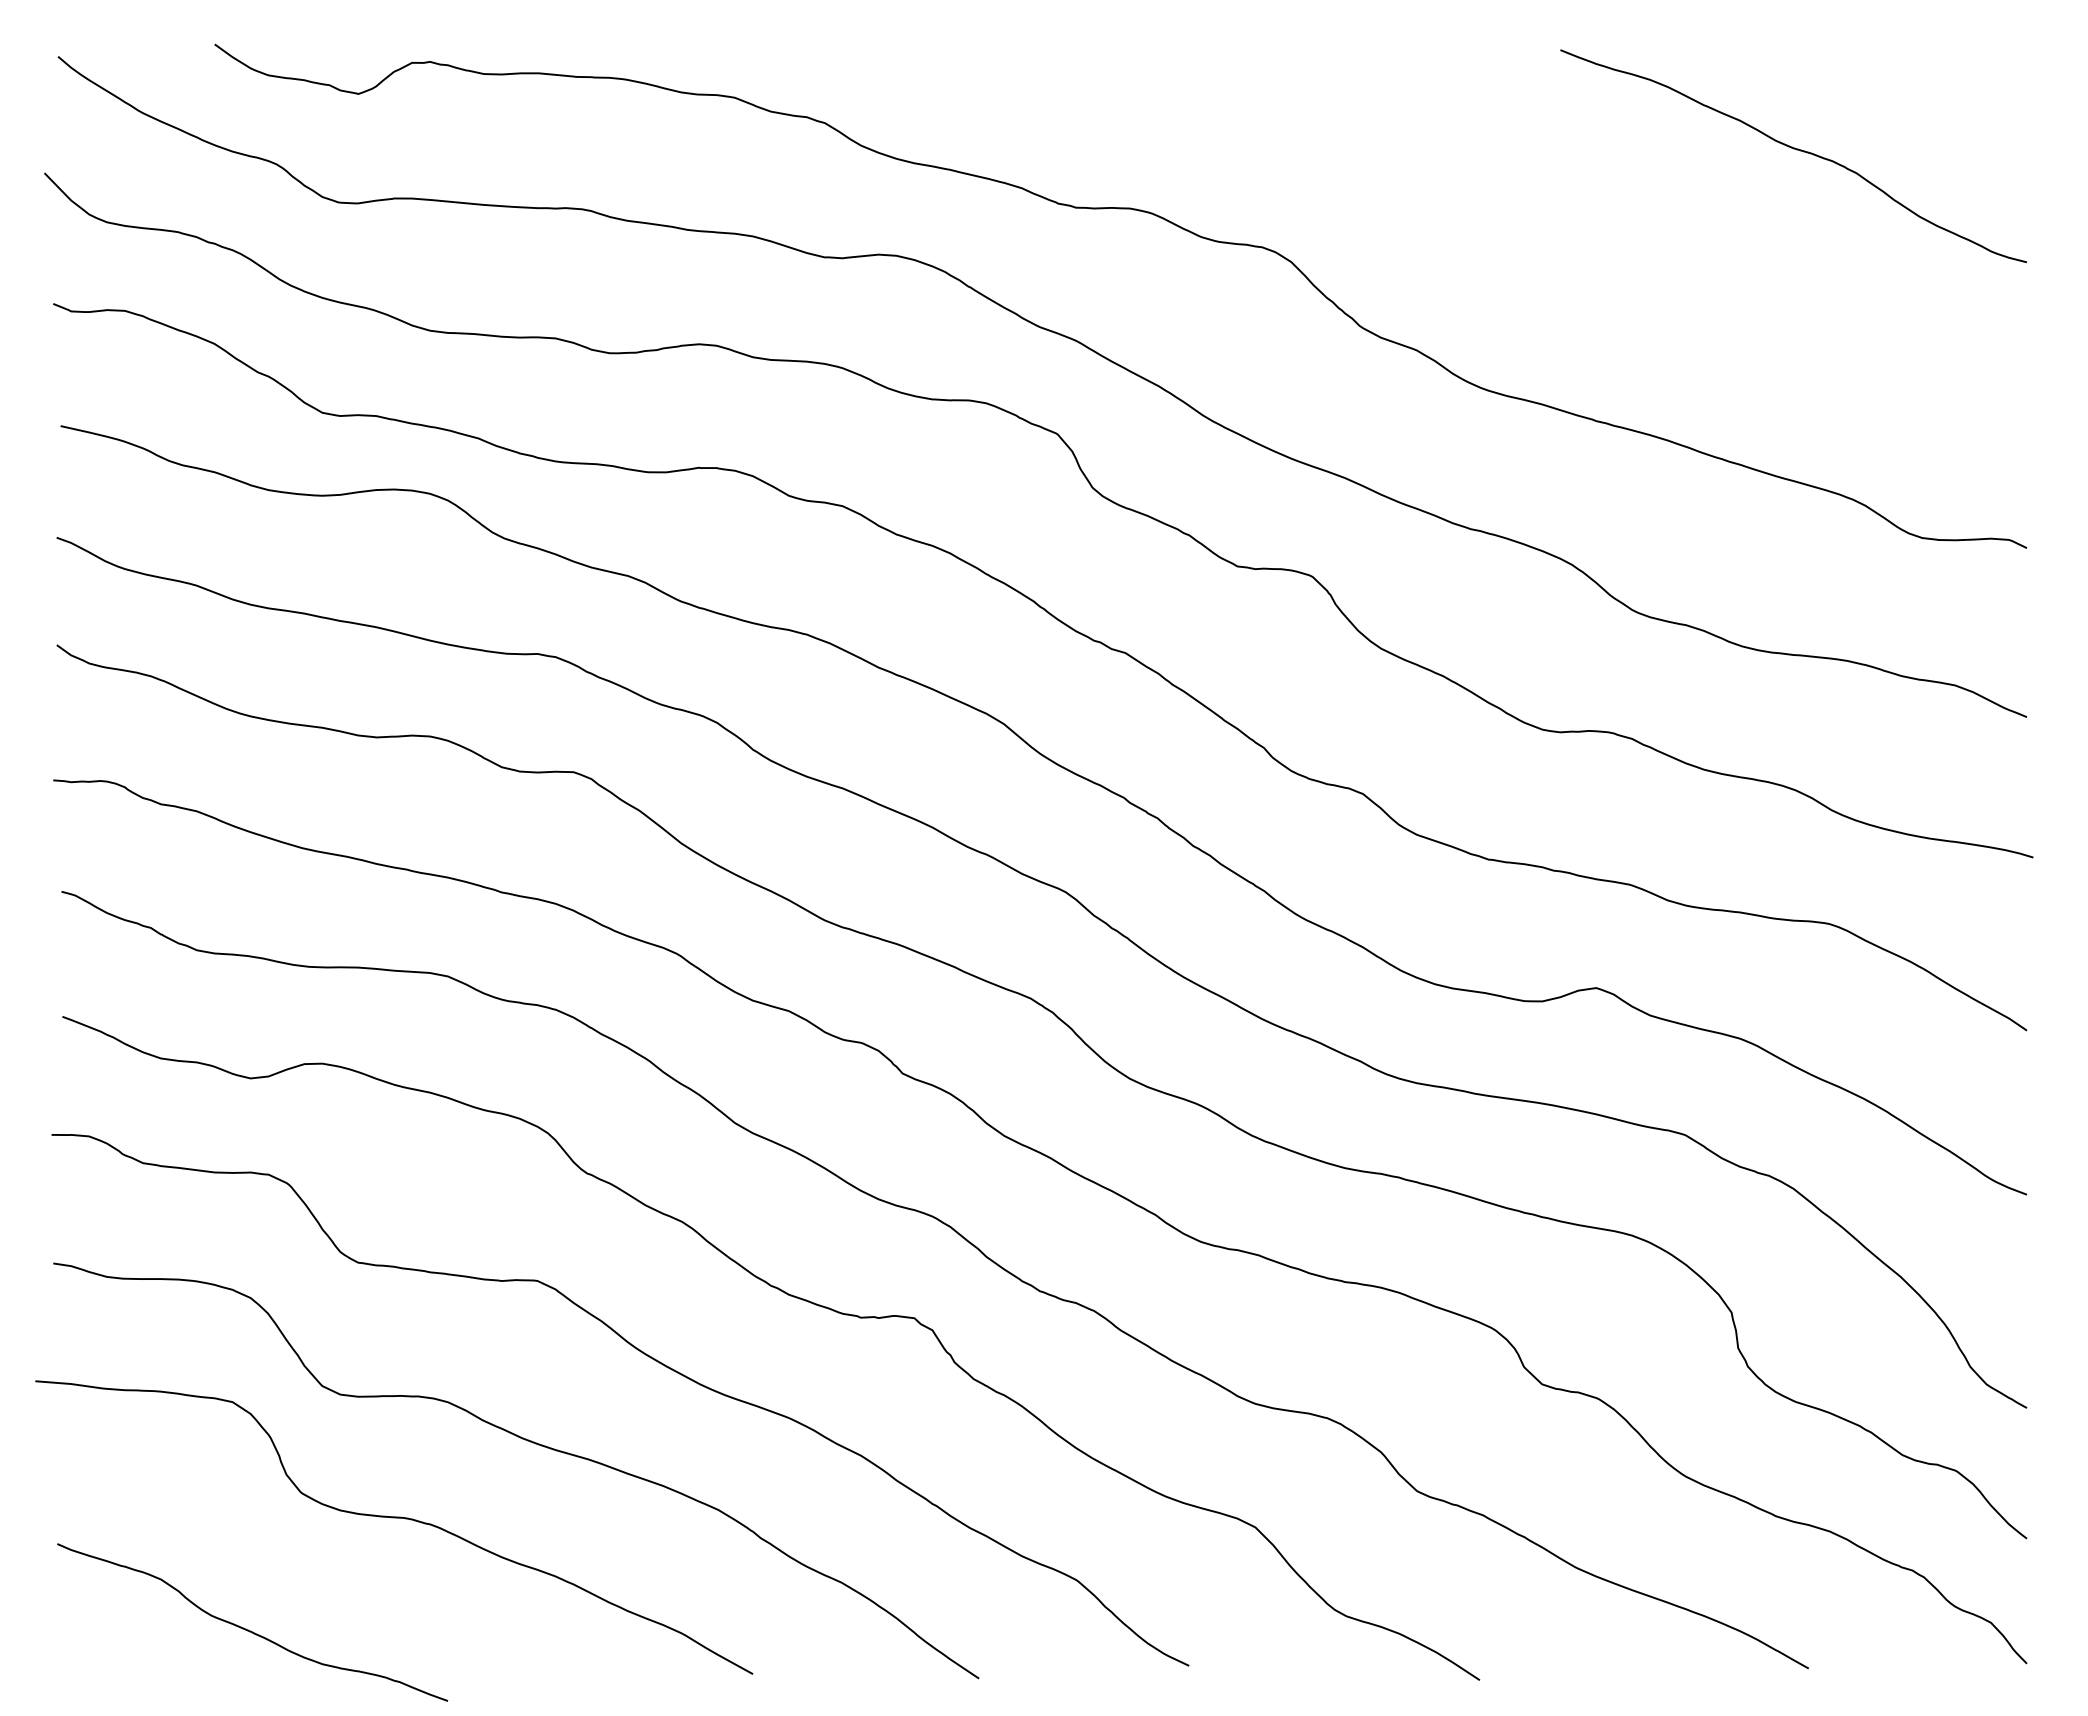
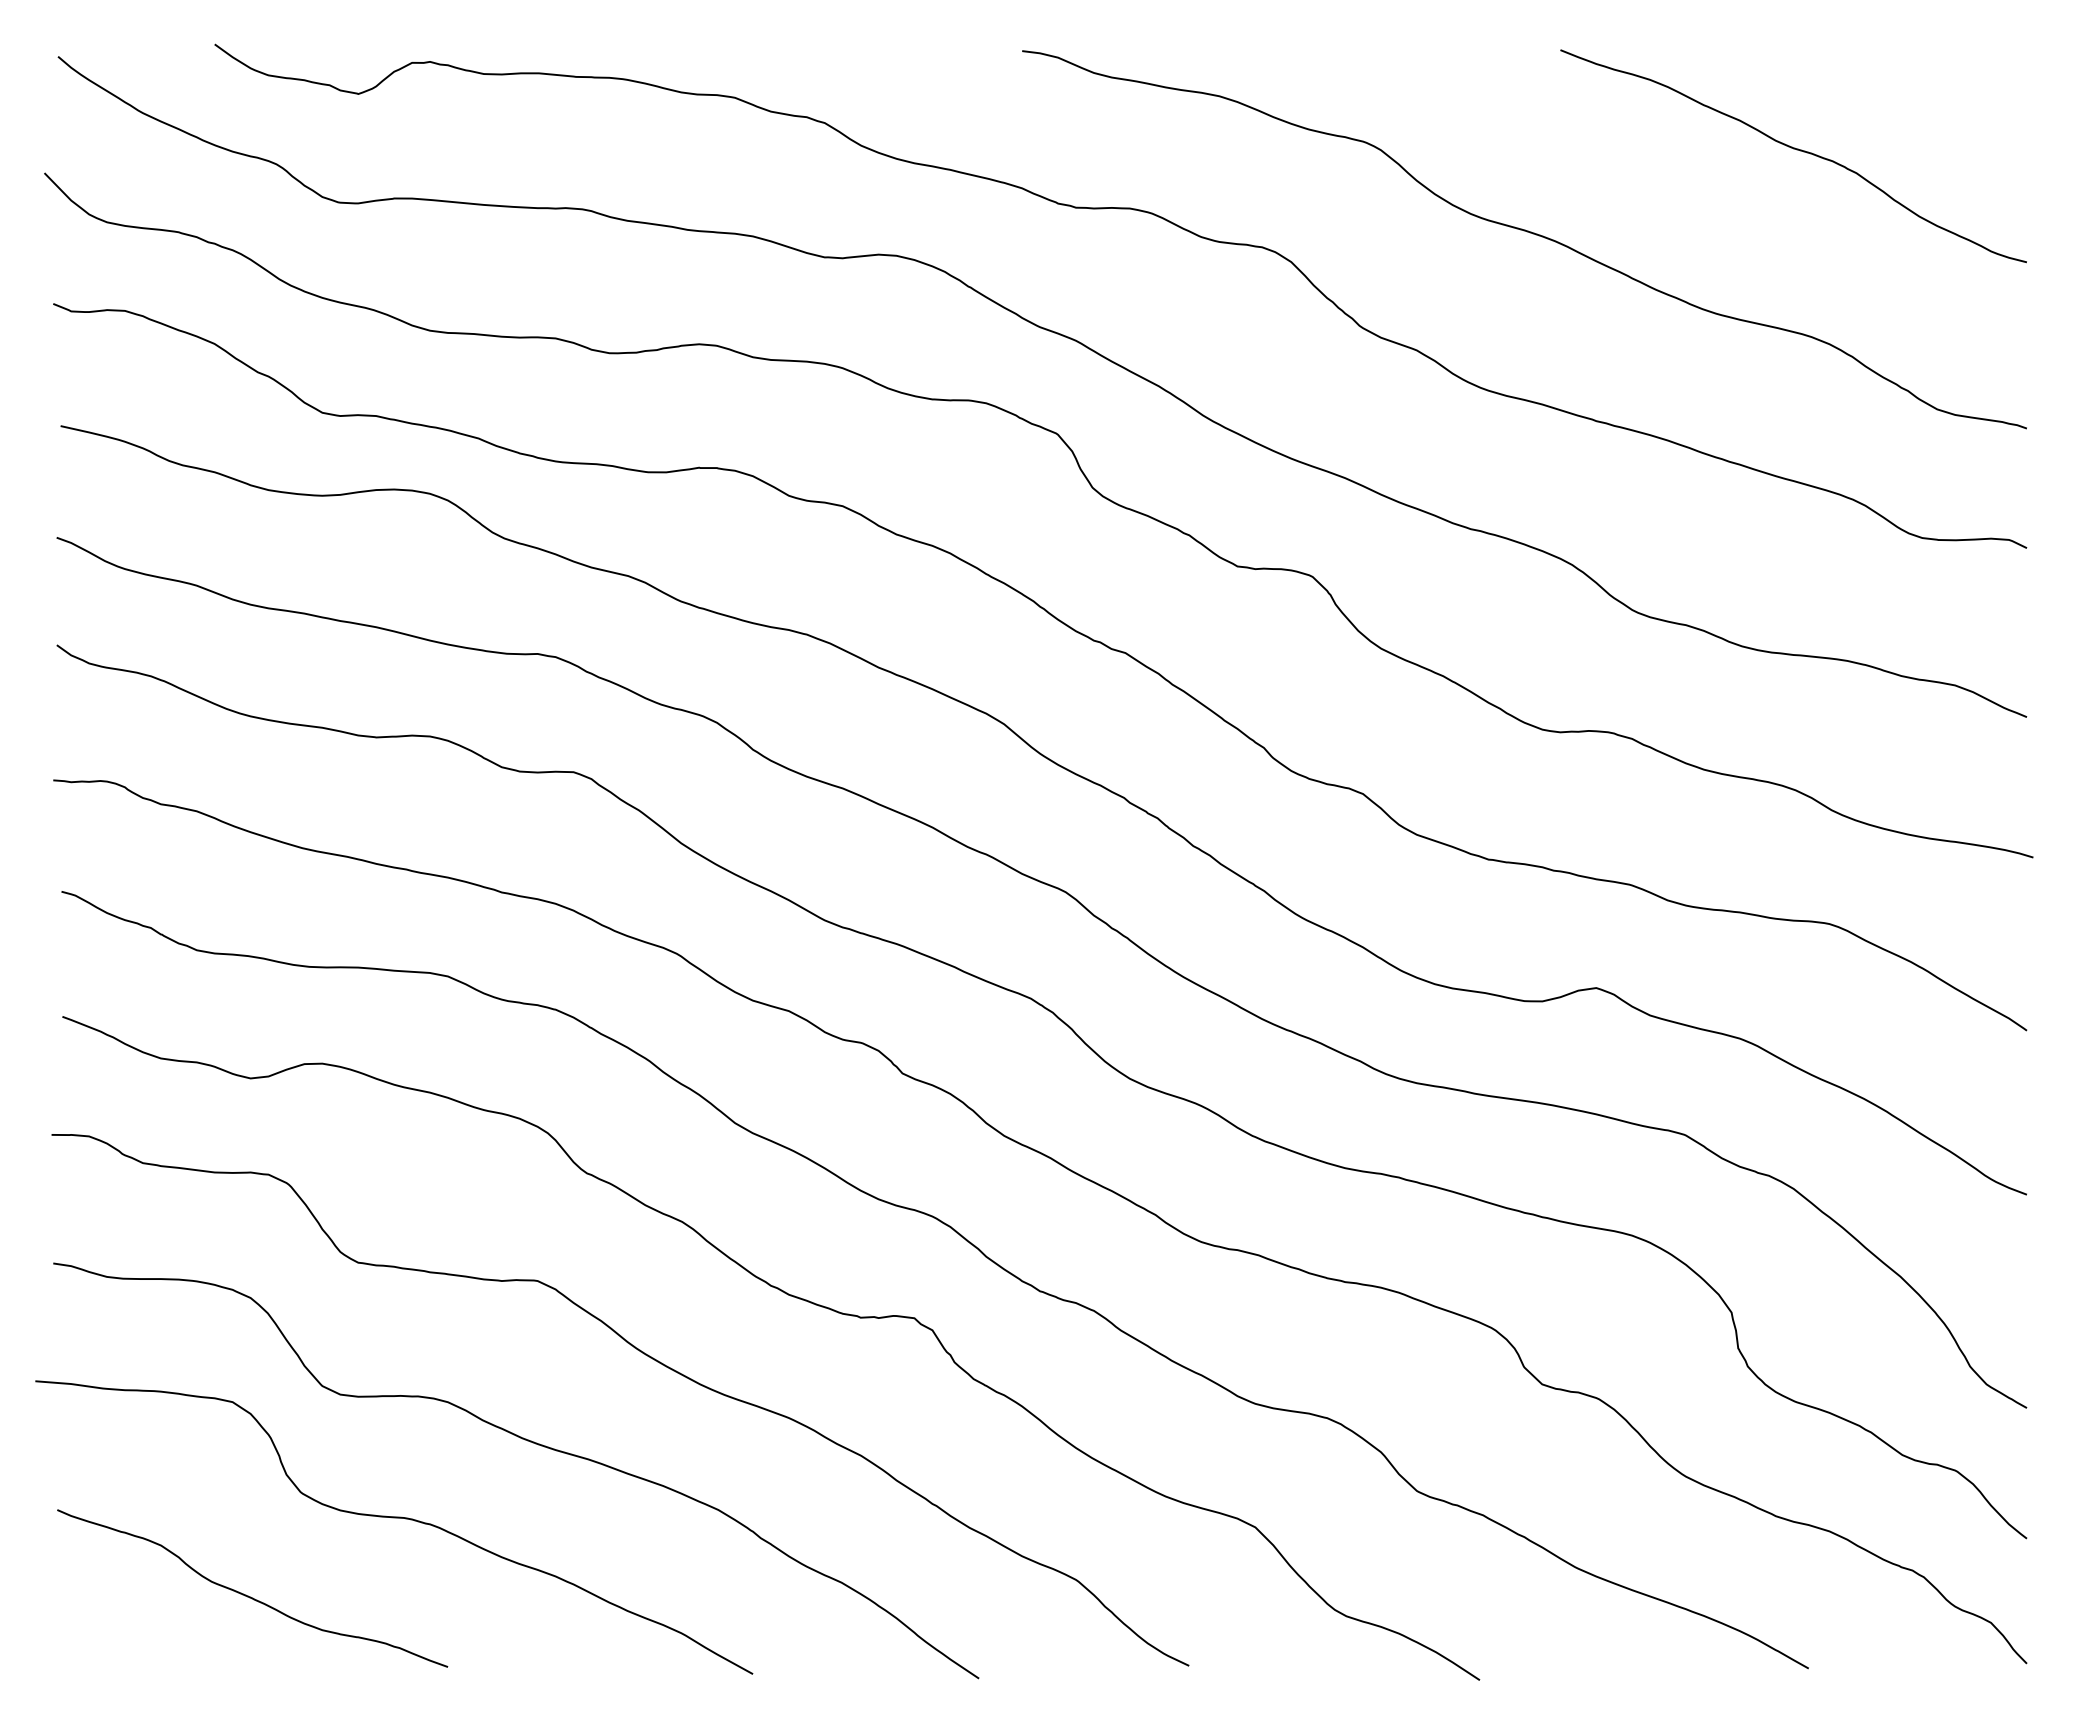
curve at (1527, 232): none -> present
curve at (248, 1629) position: (248, 1629) -> (248, 1595)
